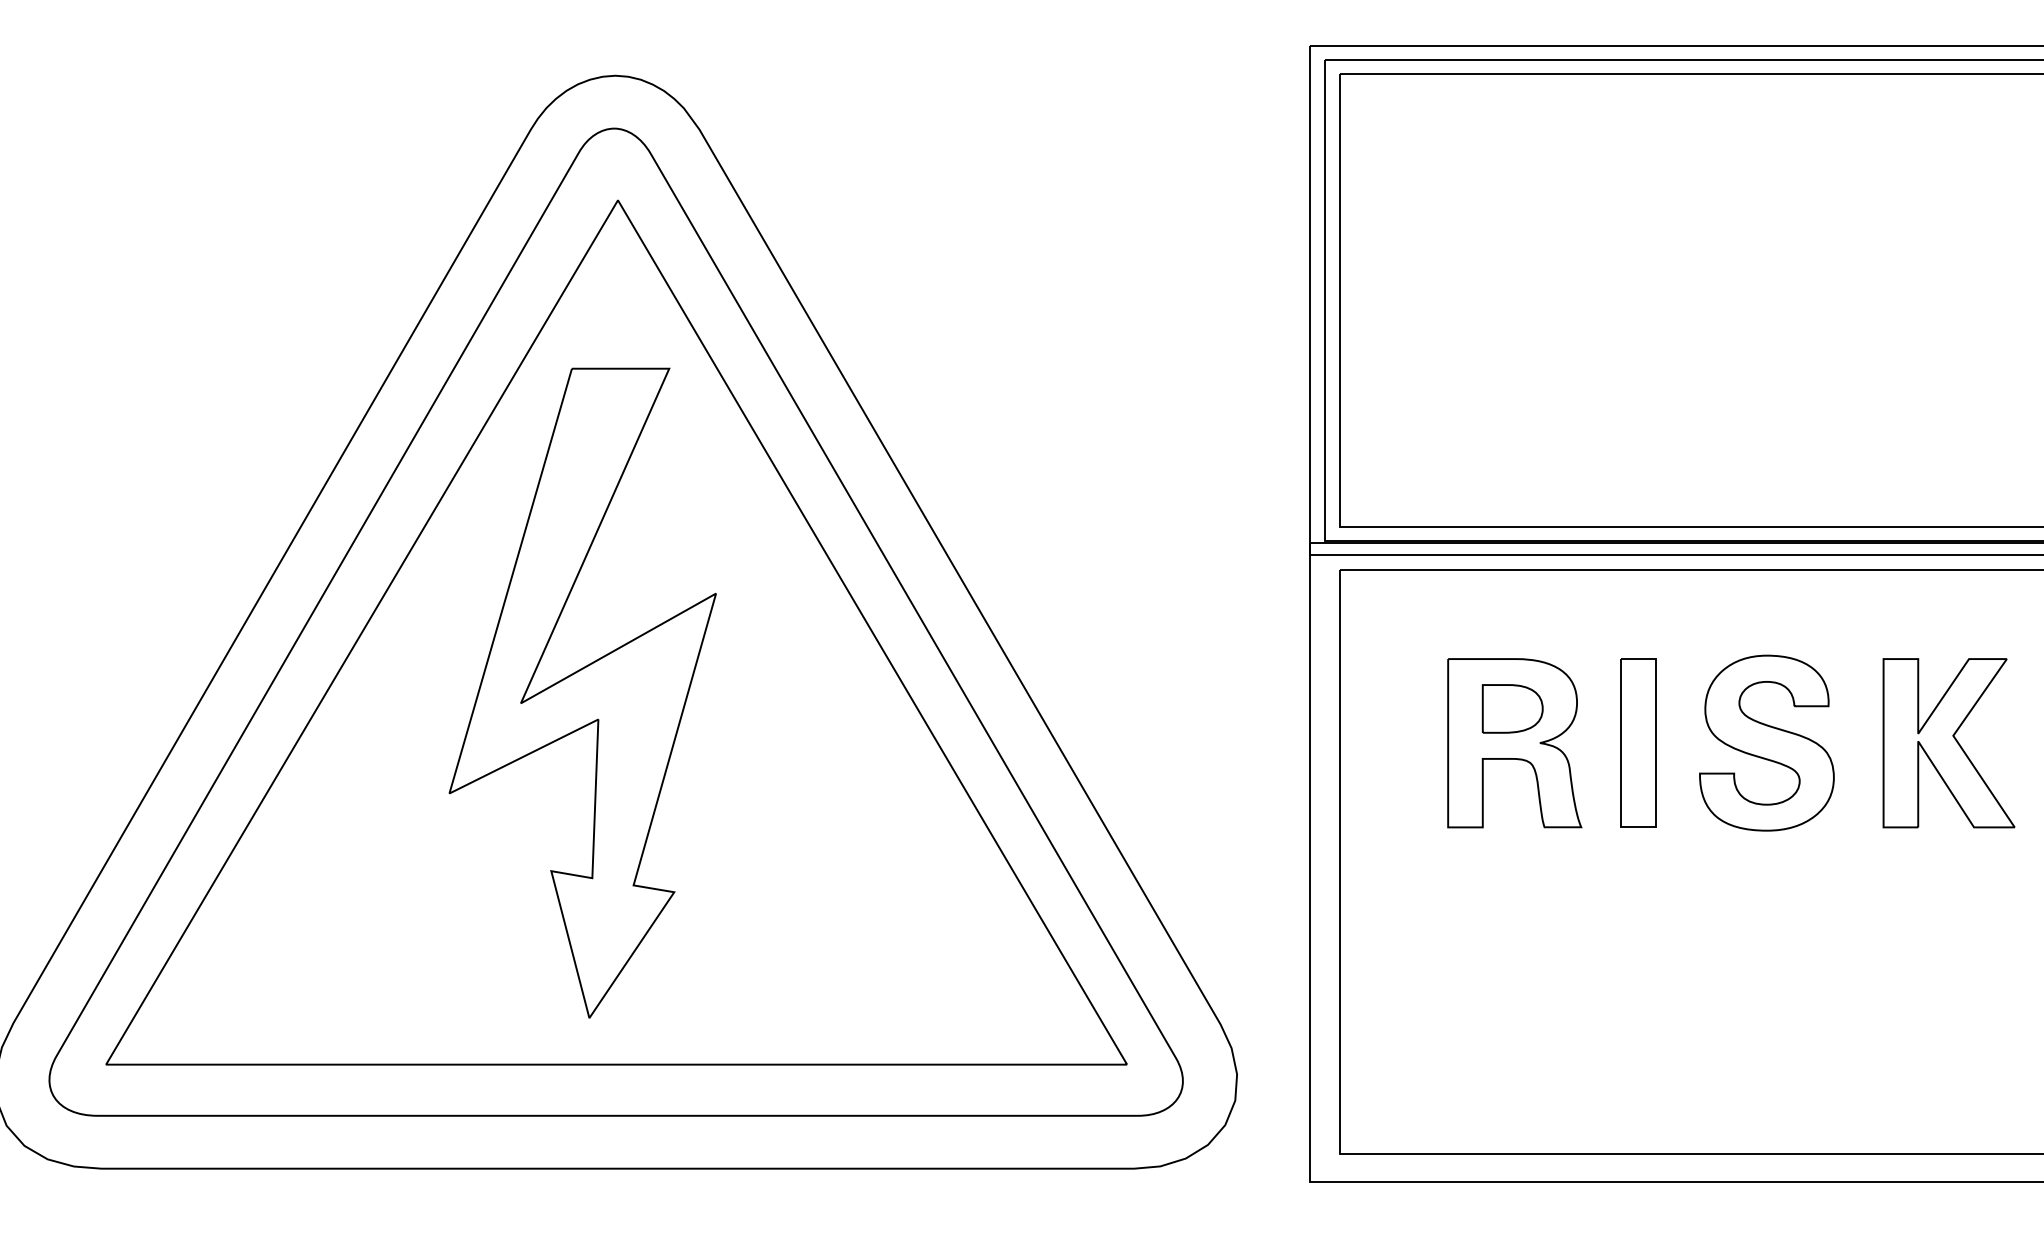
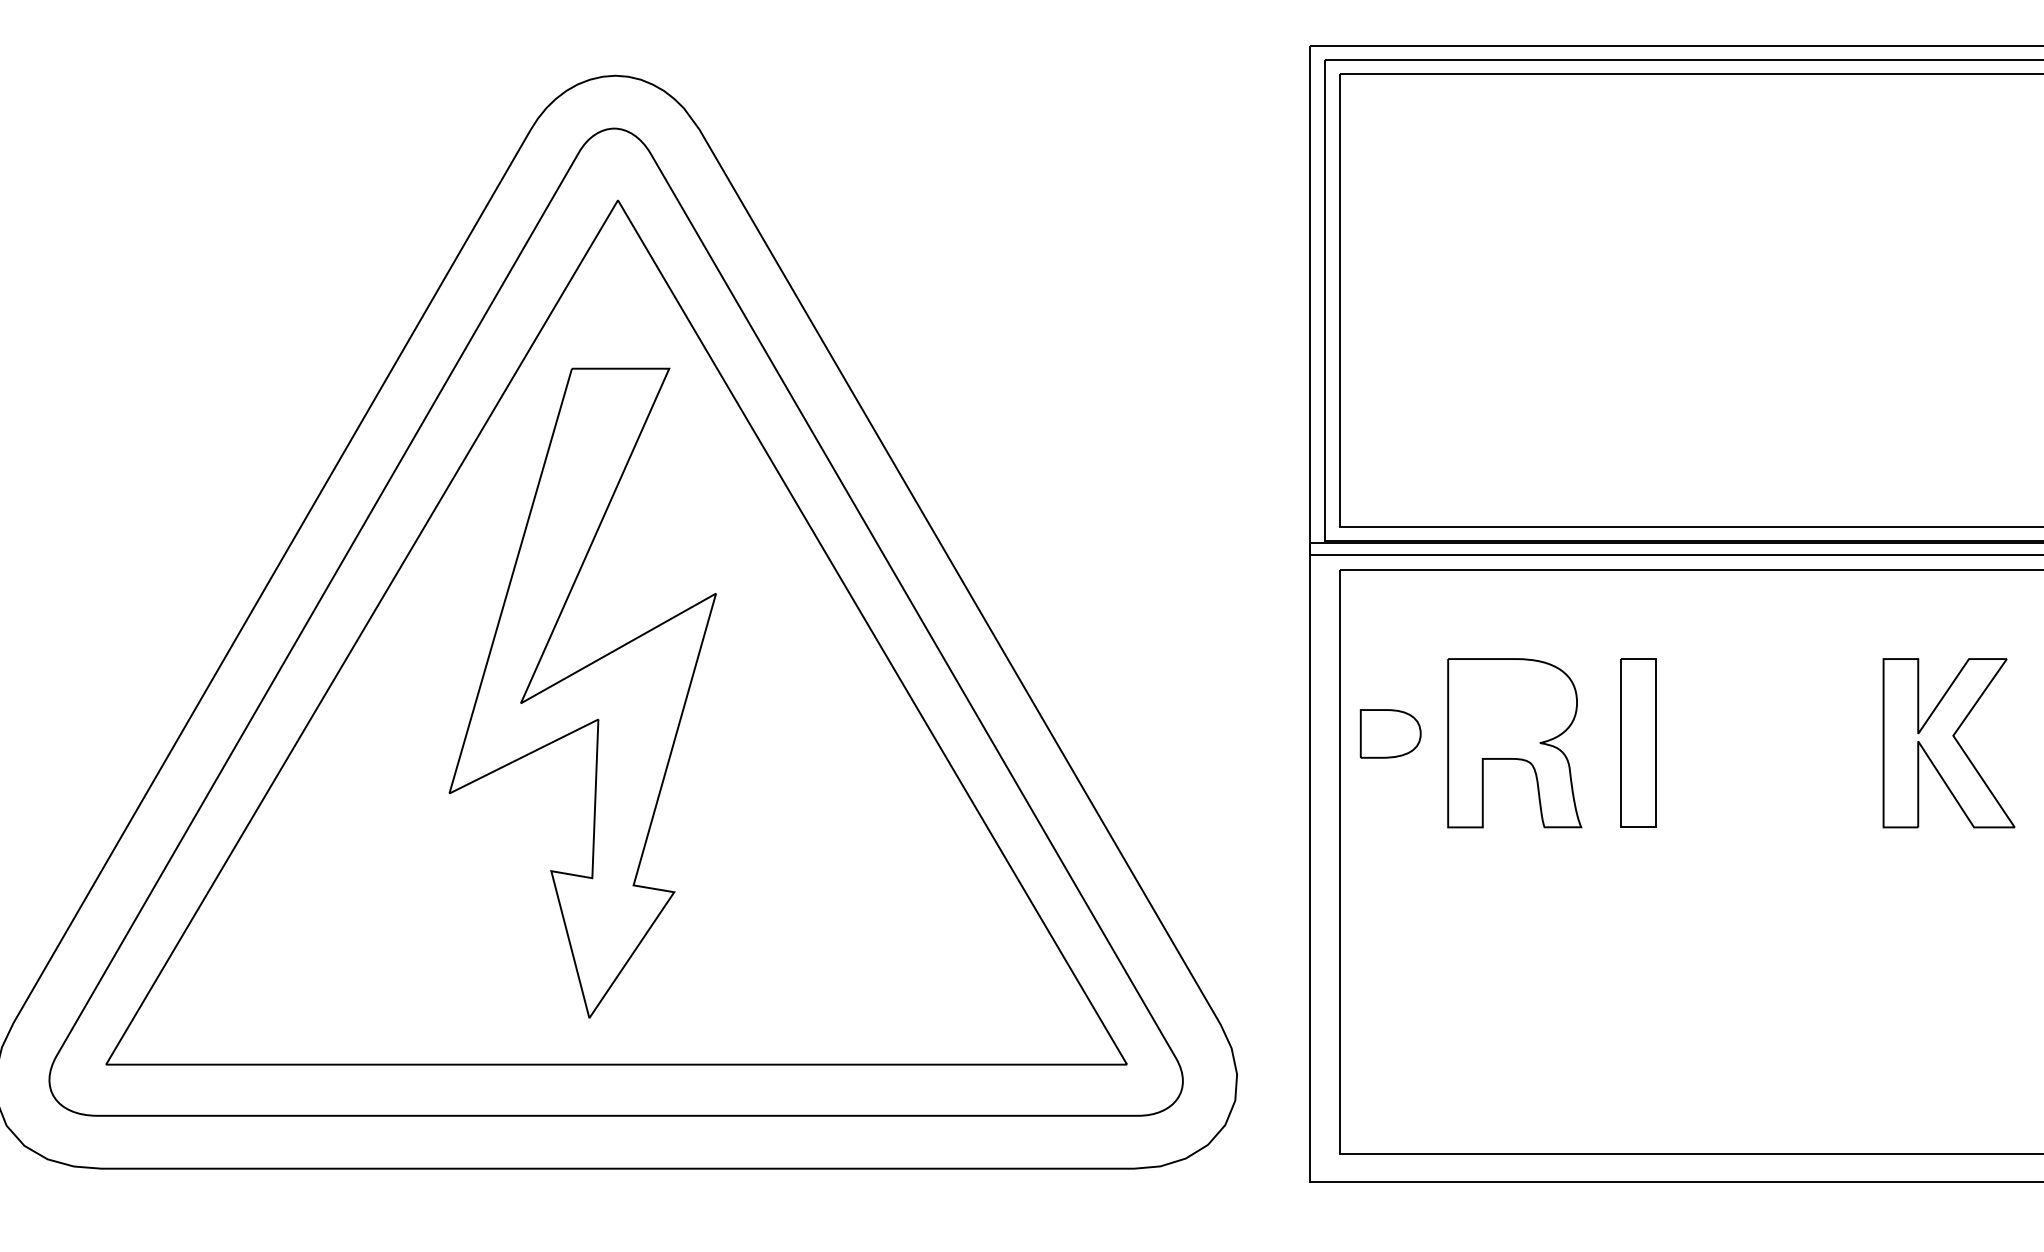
part at (1512, 708) position: (1512, 708) -> (1390, 733)
part at (1766, 742): present -> none
